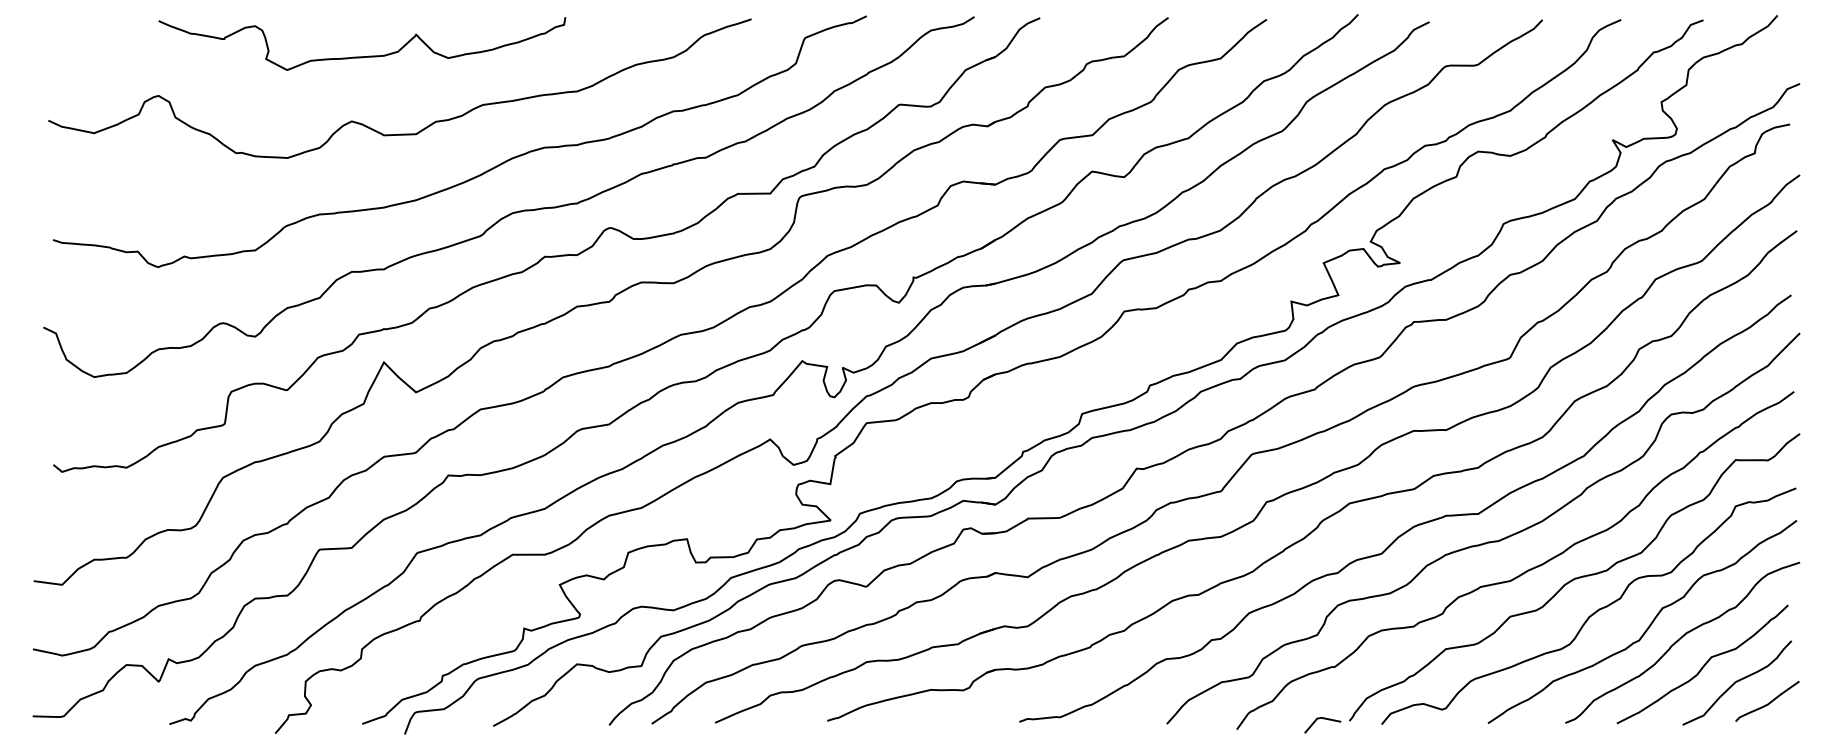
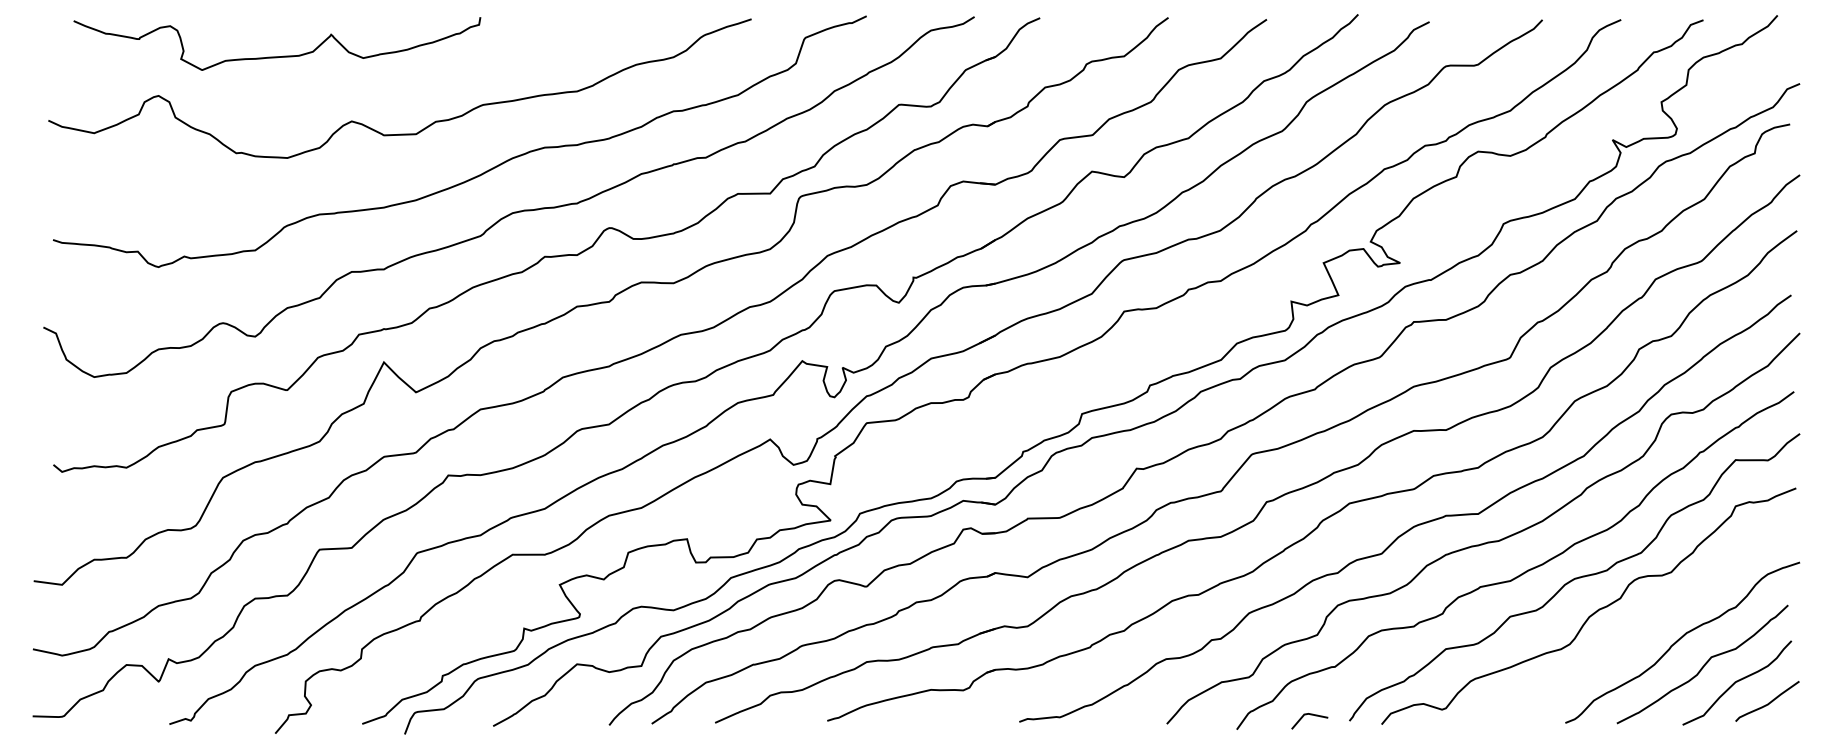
curve at (362, 56) position: (362, 56) -> (277, 56)
curve at (1649, 624): present -> none
line at (1323, 719) position: (1323, 719) -> (1310, 715)
